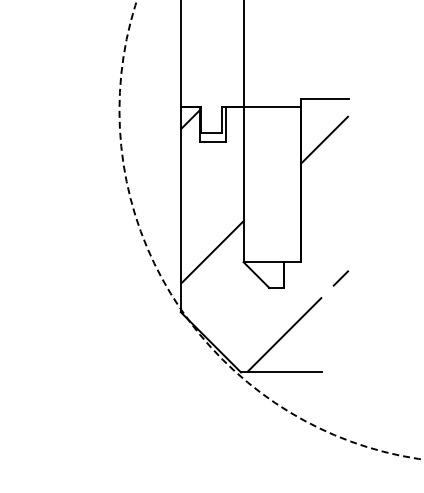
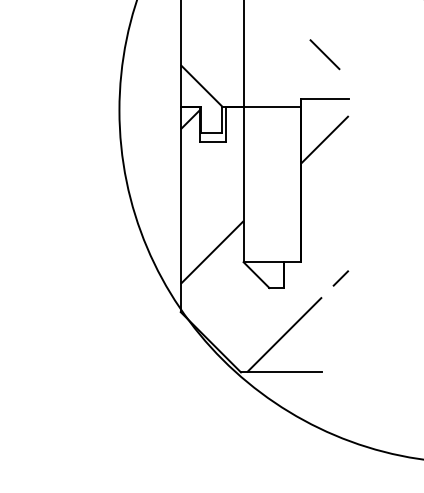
hatch at (260, 73): none -> present
circle at (271, 229): dashed -> solid
